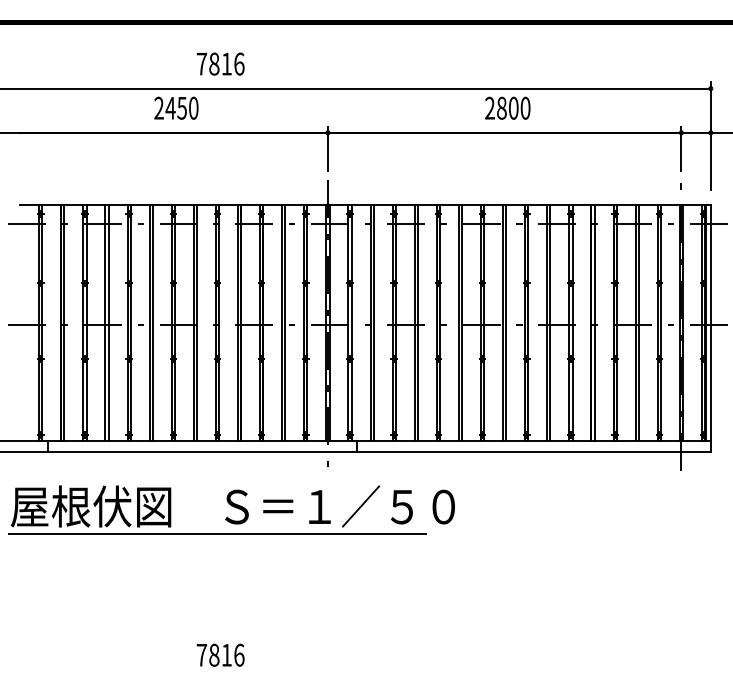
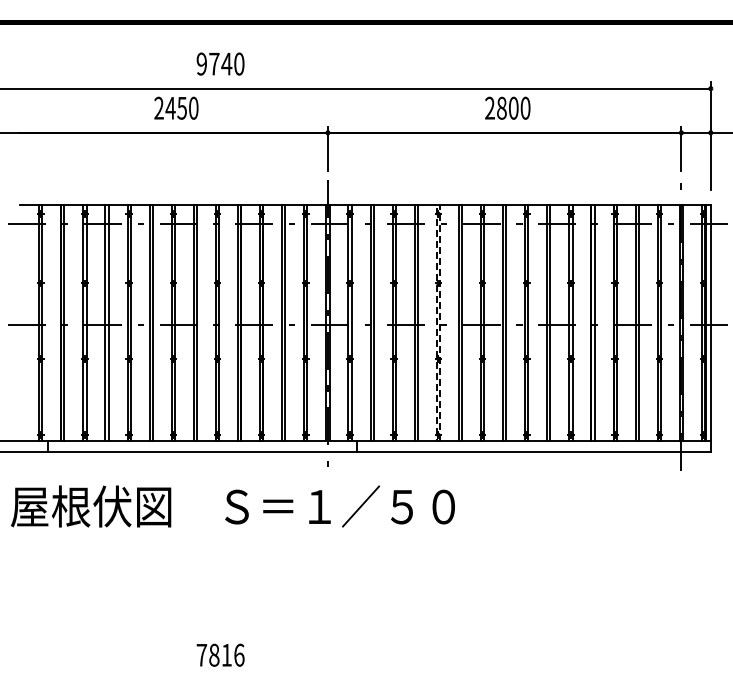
text at (220, 63): 7816 -> 9740
line at (438, 204): solid -> dashed
line at (217, 533): present -> none
